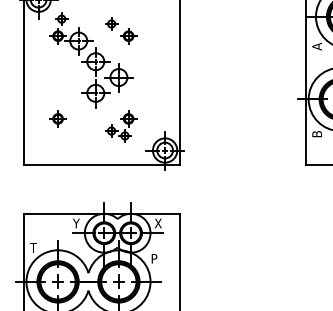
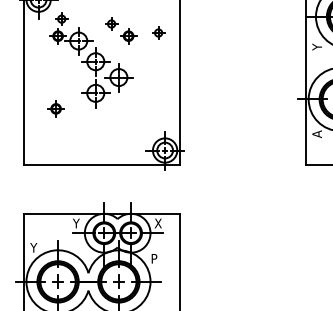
part at (158, 32): none -> present
text at (316, 46): A -> Y
part at (57, 118) position: (57, 118) -> (55, 108)
part at (121, 126): present -> none
text at (316, 134): B -> A
text at (33, 247): T -> Y
